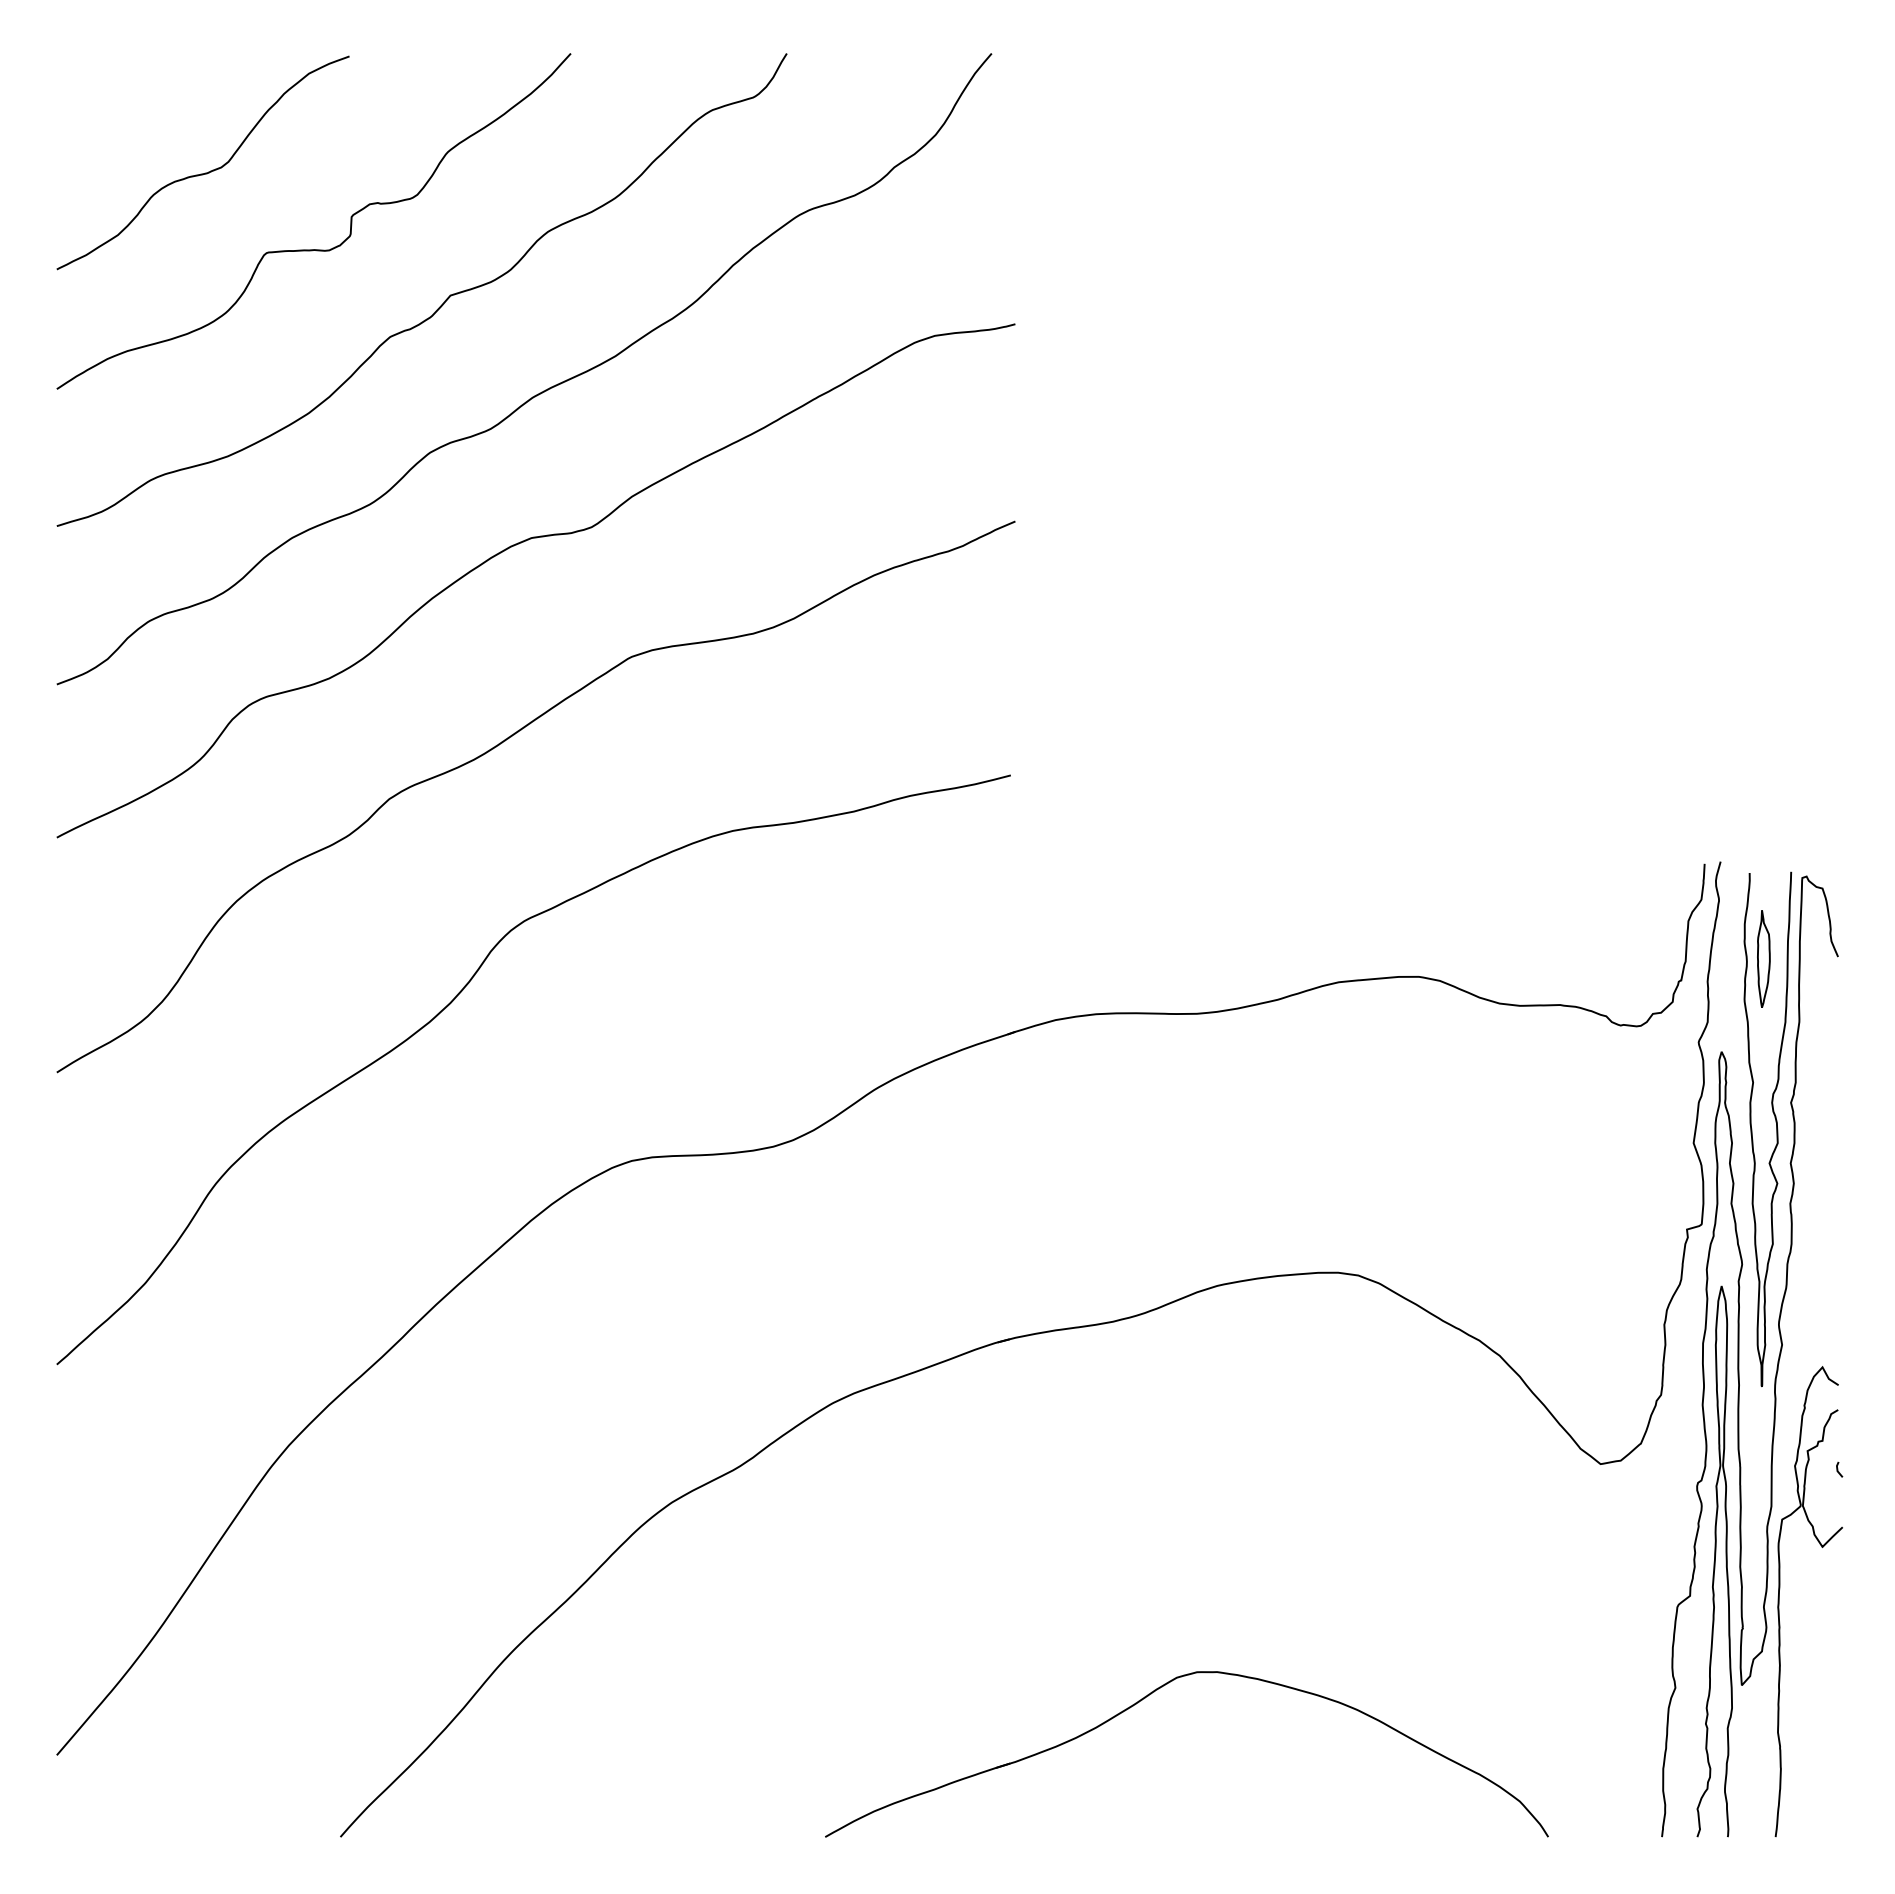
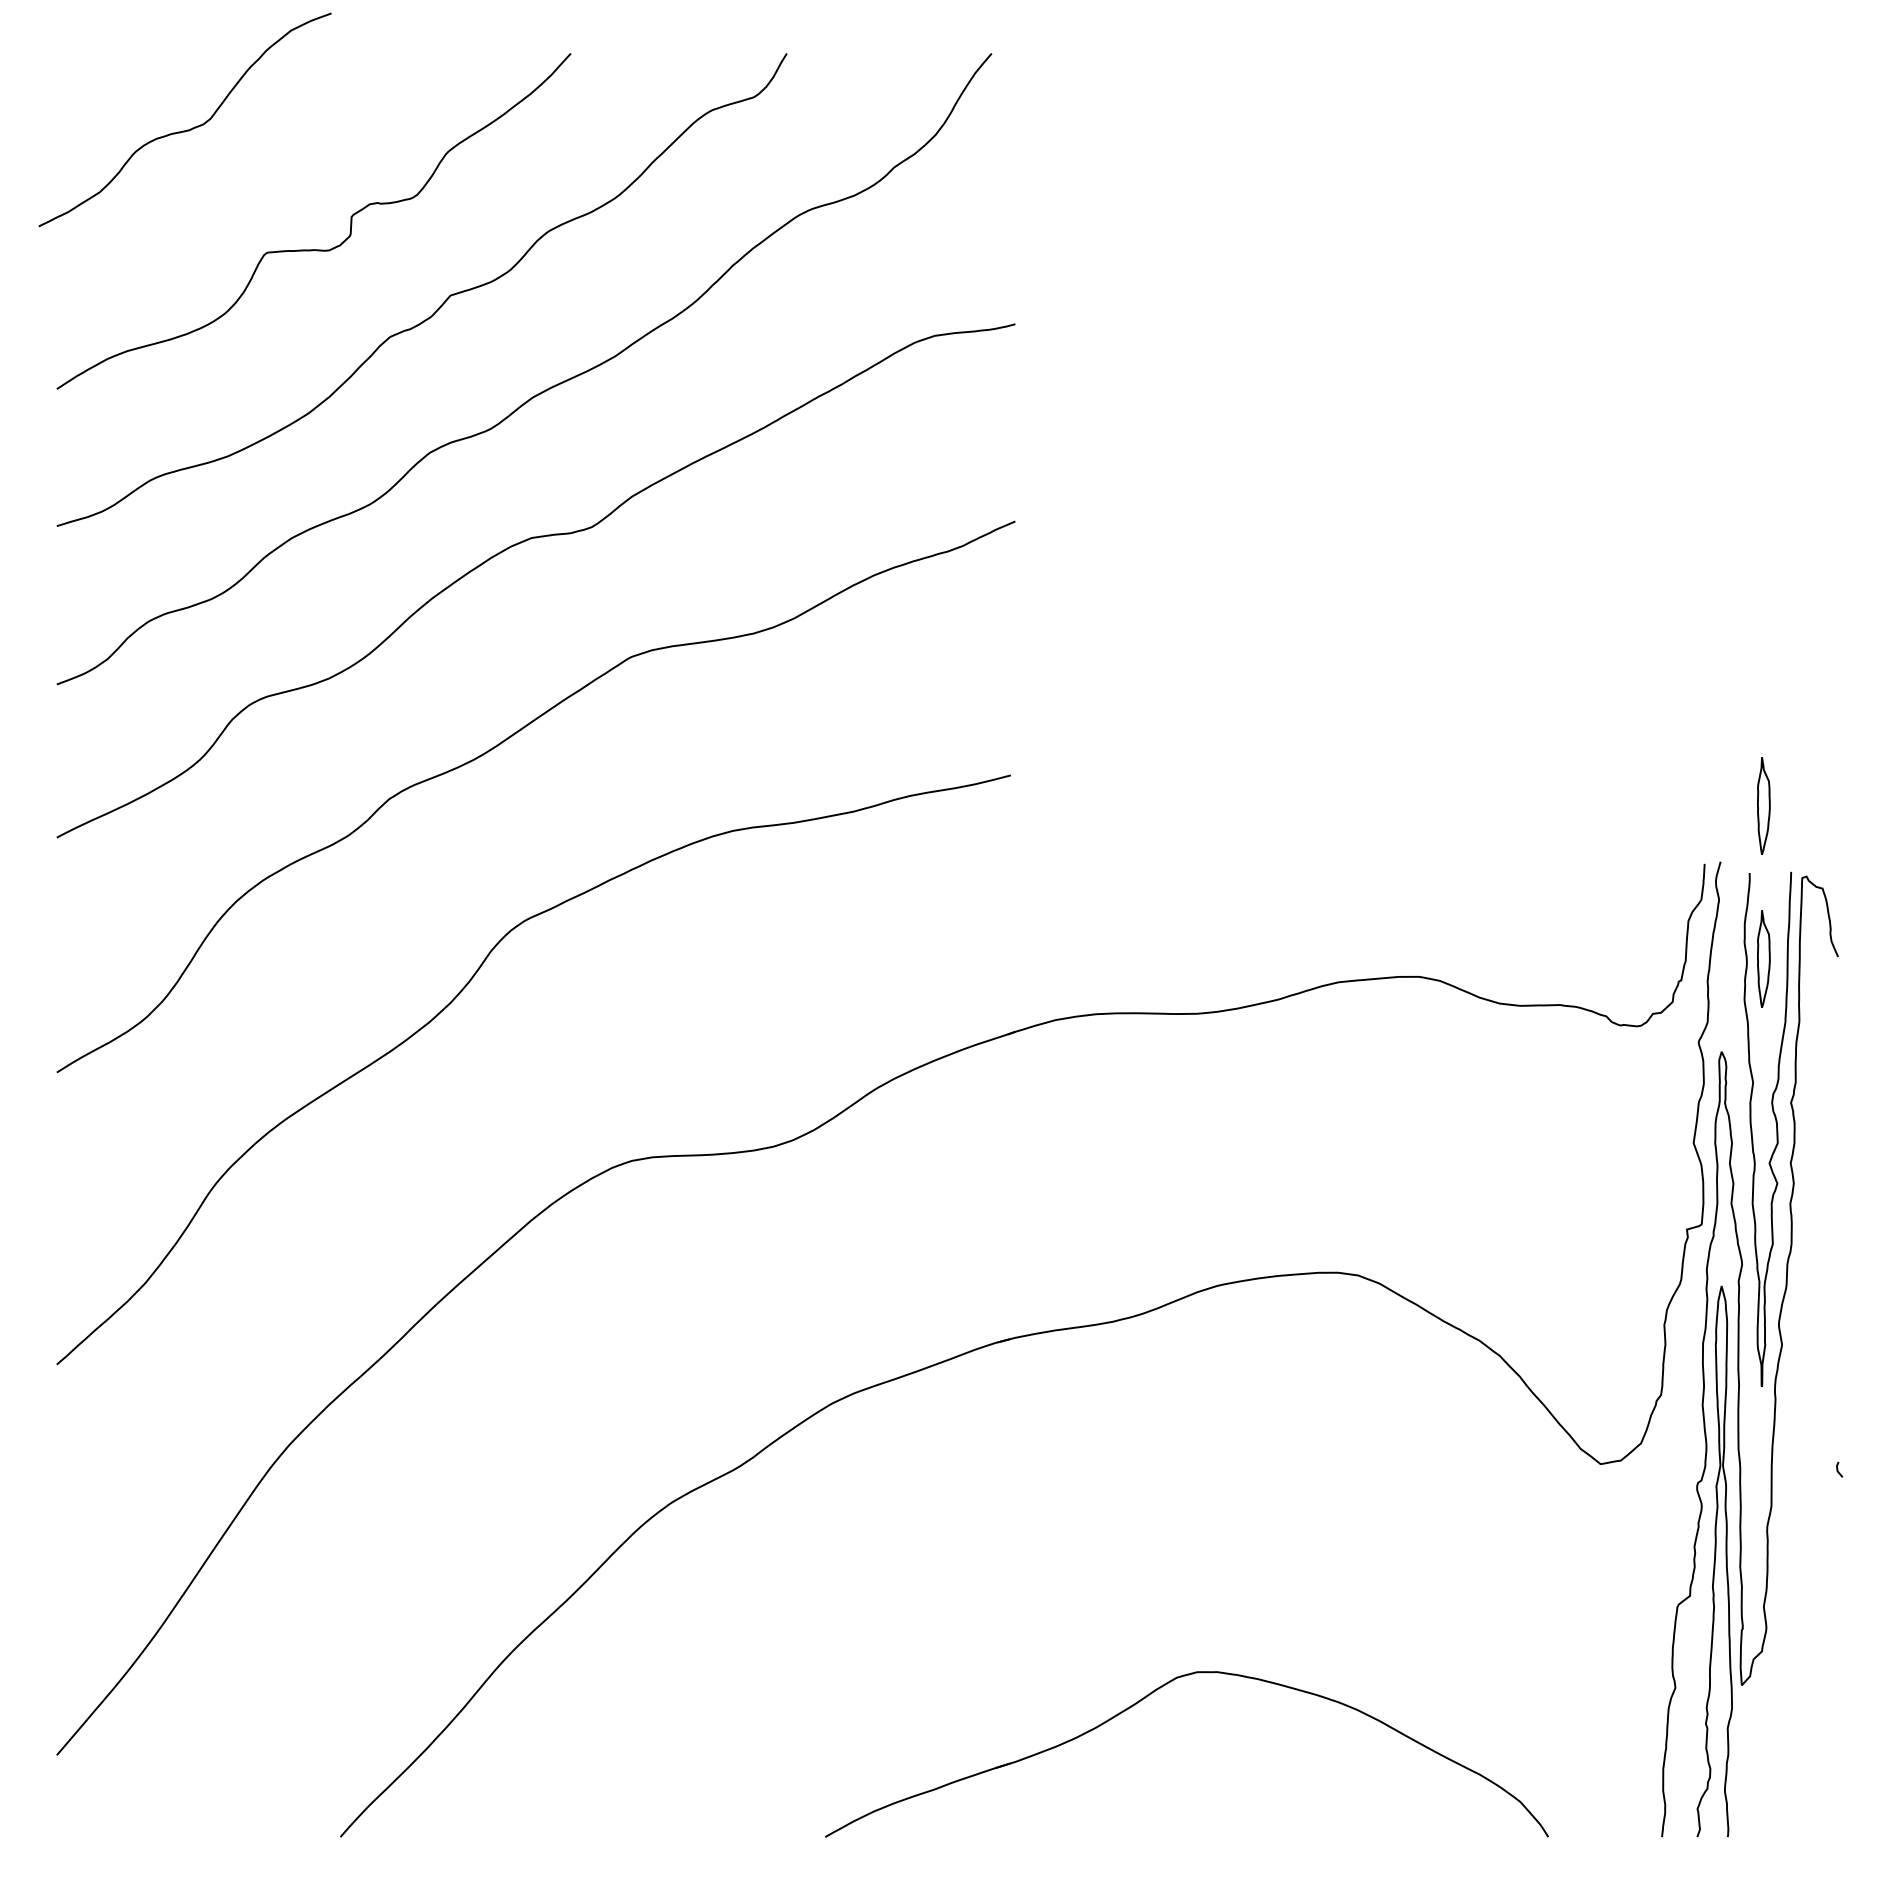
curve at (205, 172) position: (205, 172) -> (187, 129)
part at (1763, 805): none -> present
part at (1779, 1601): present -> none
